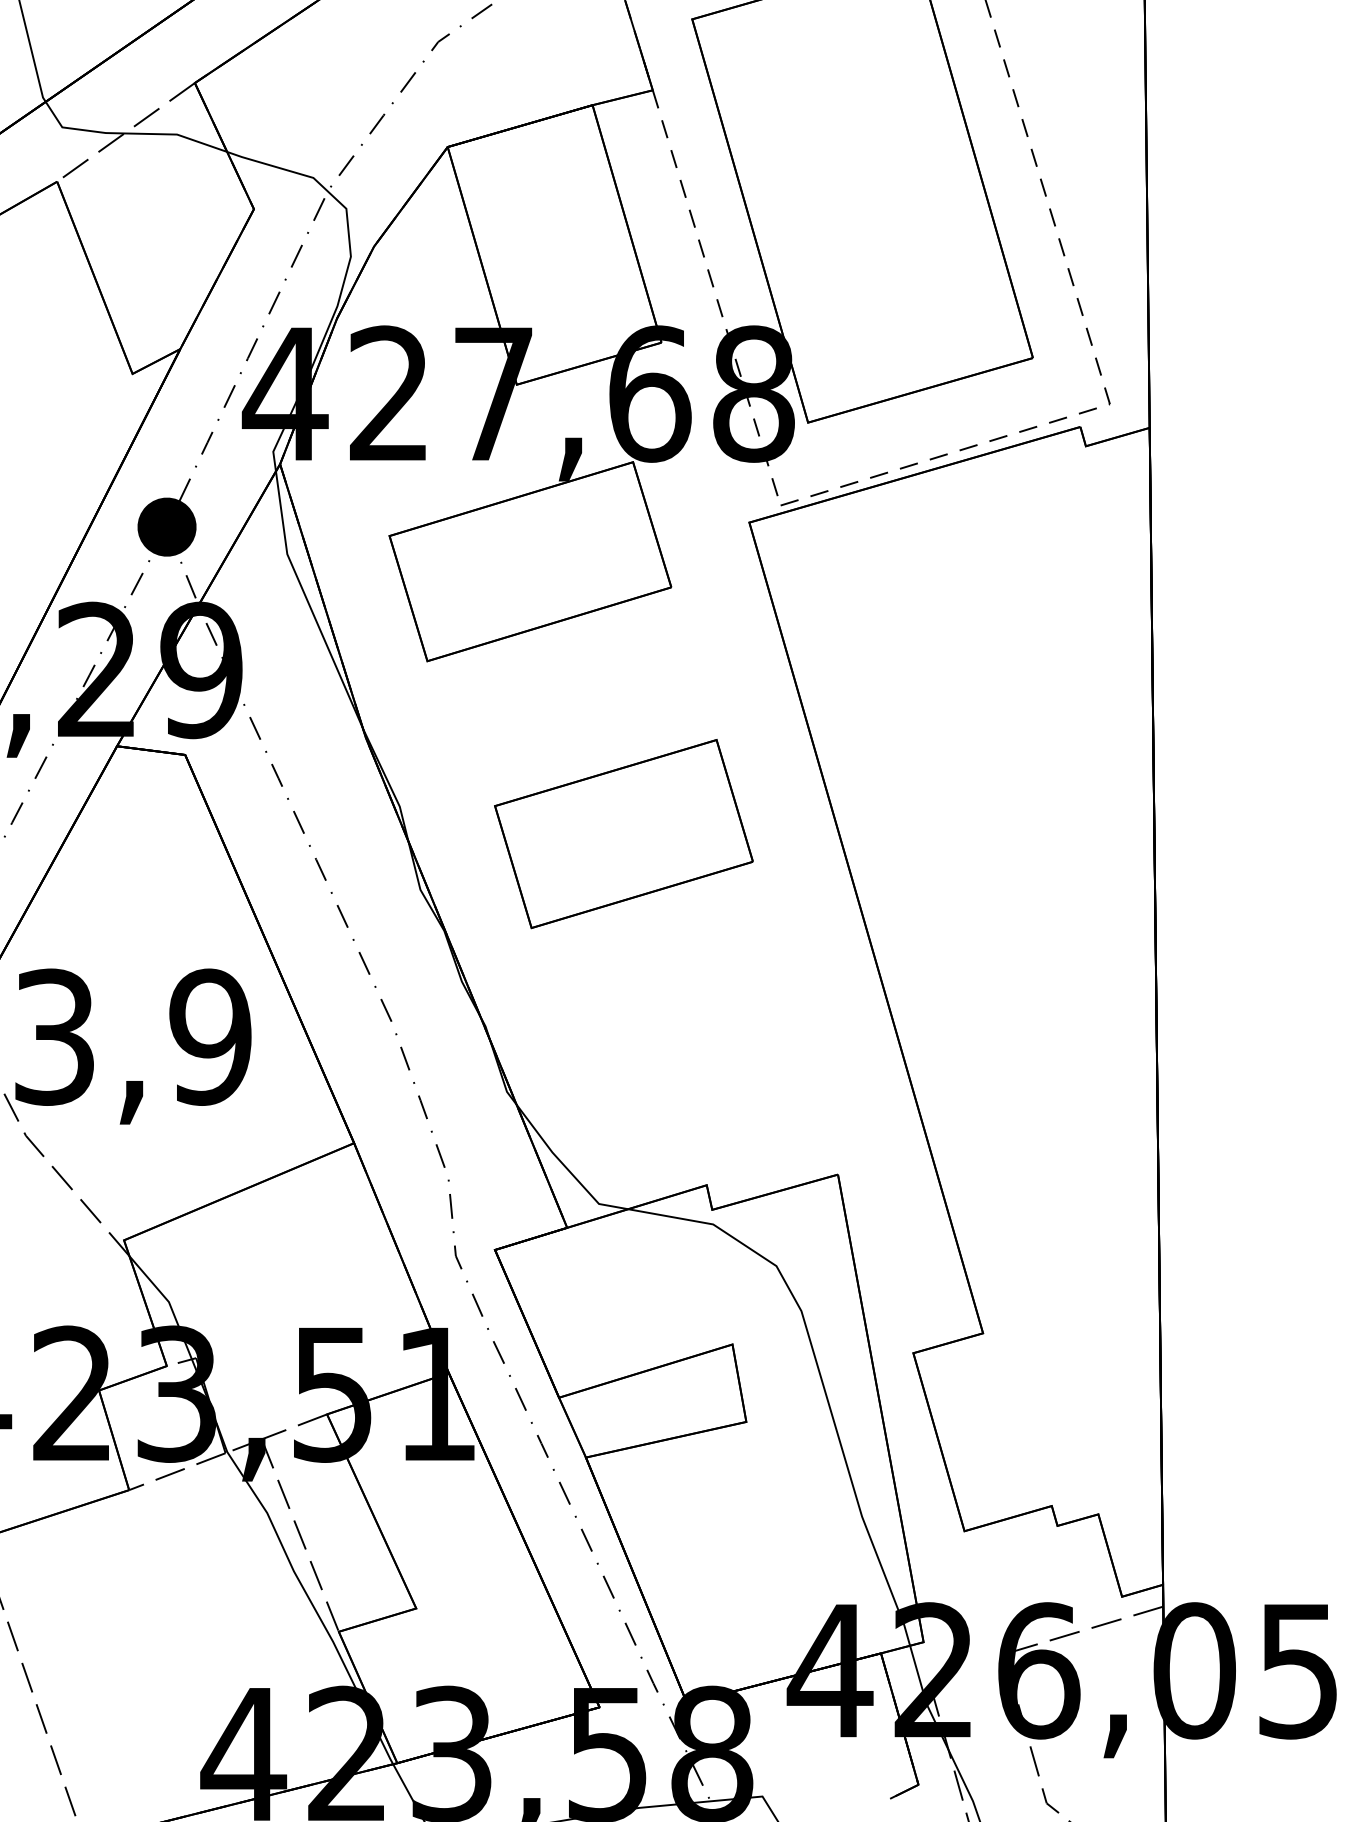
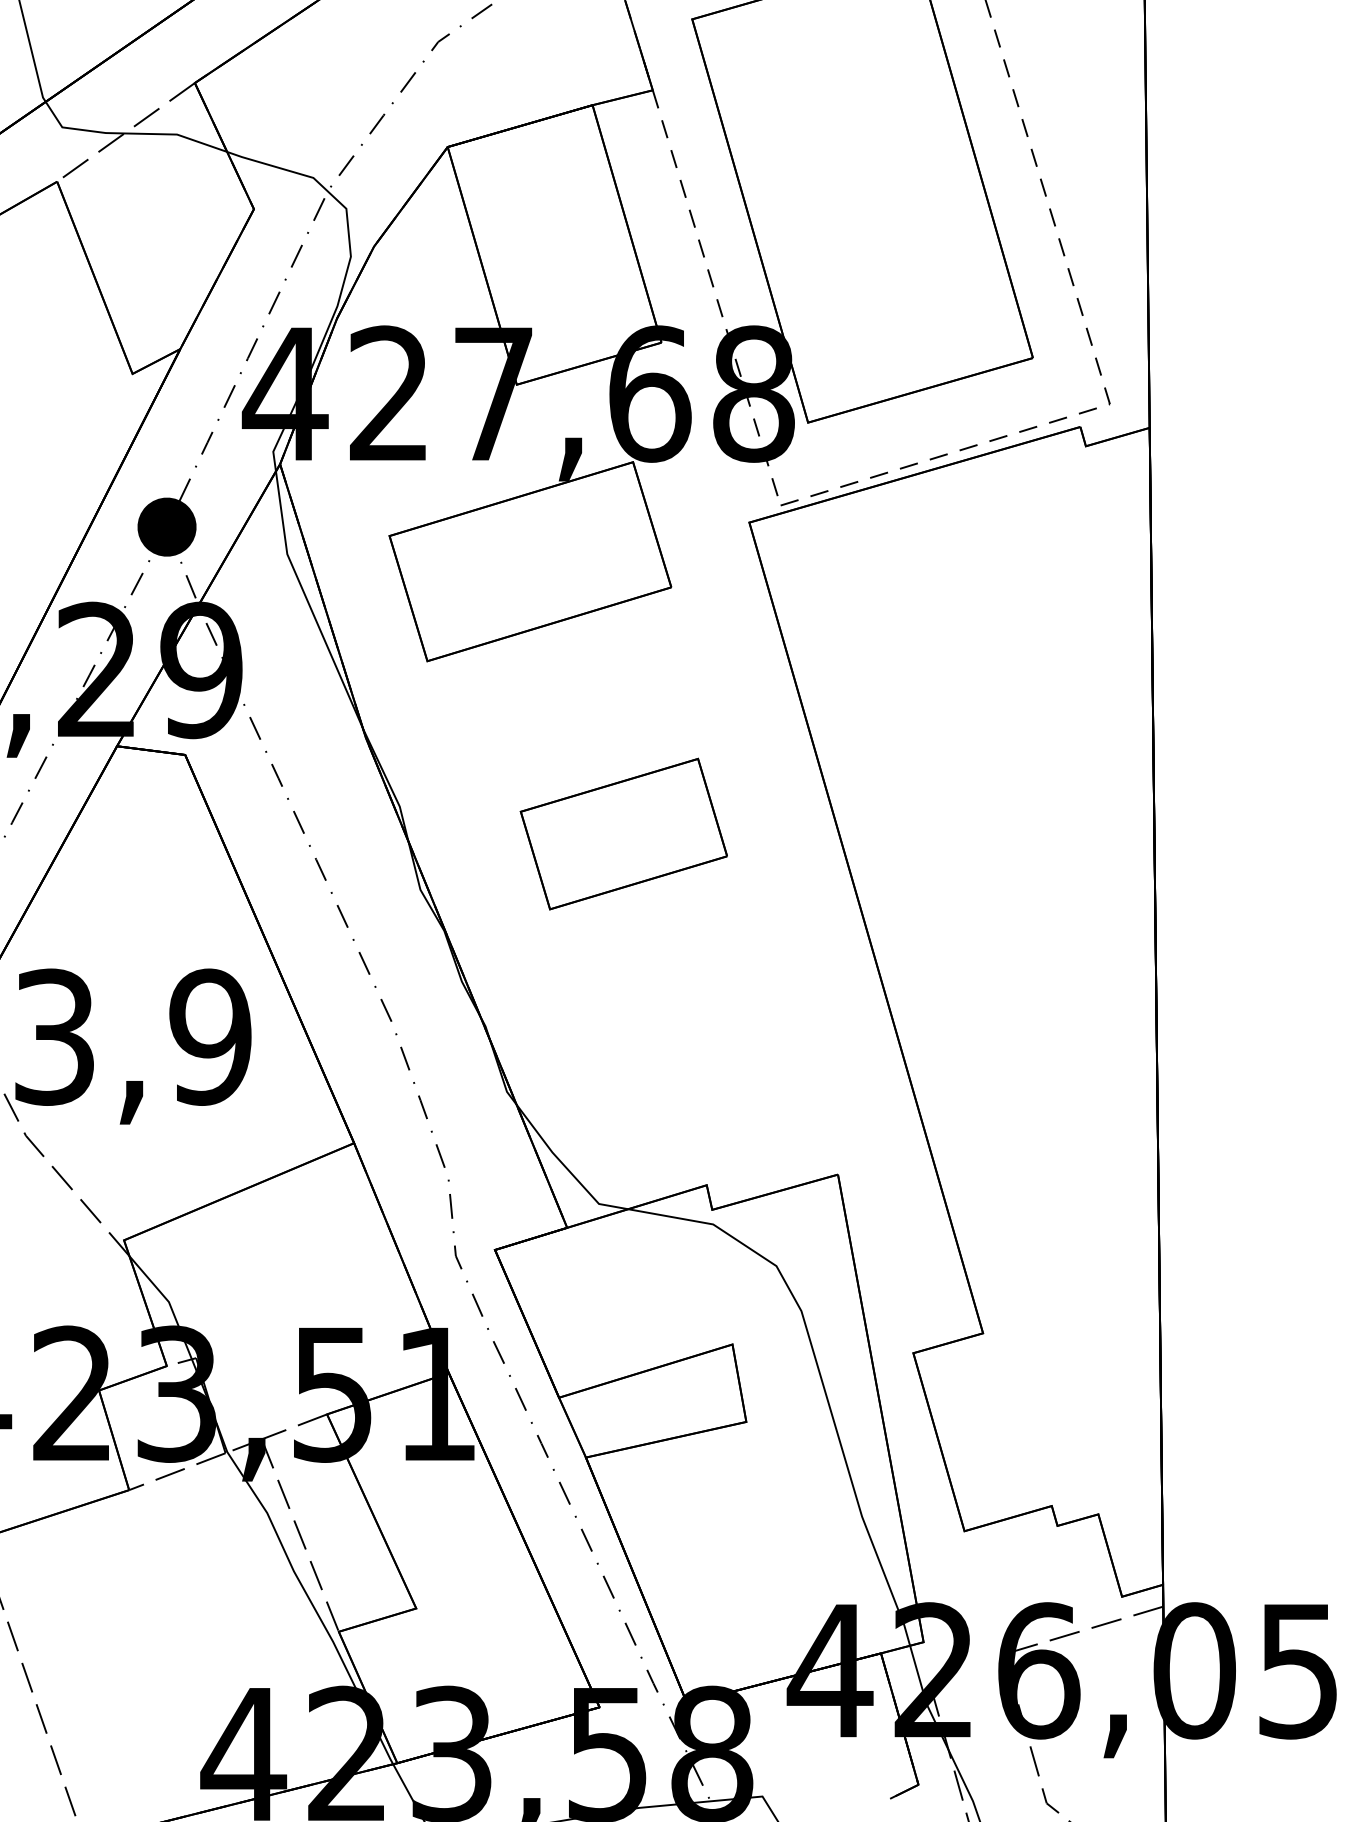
part at (623, 834) size: 260x191 px -> 209x154 px
